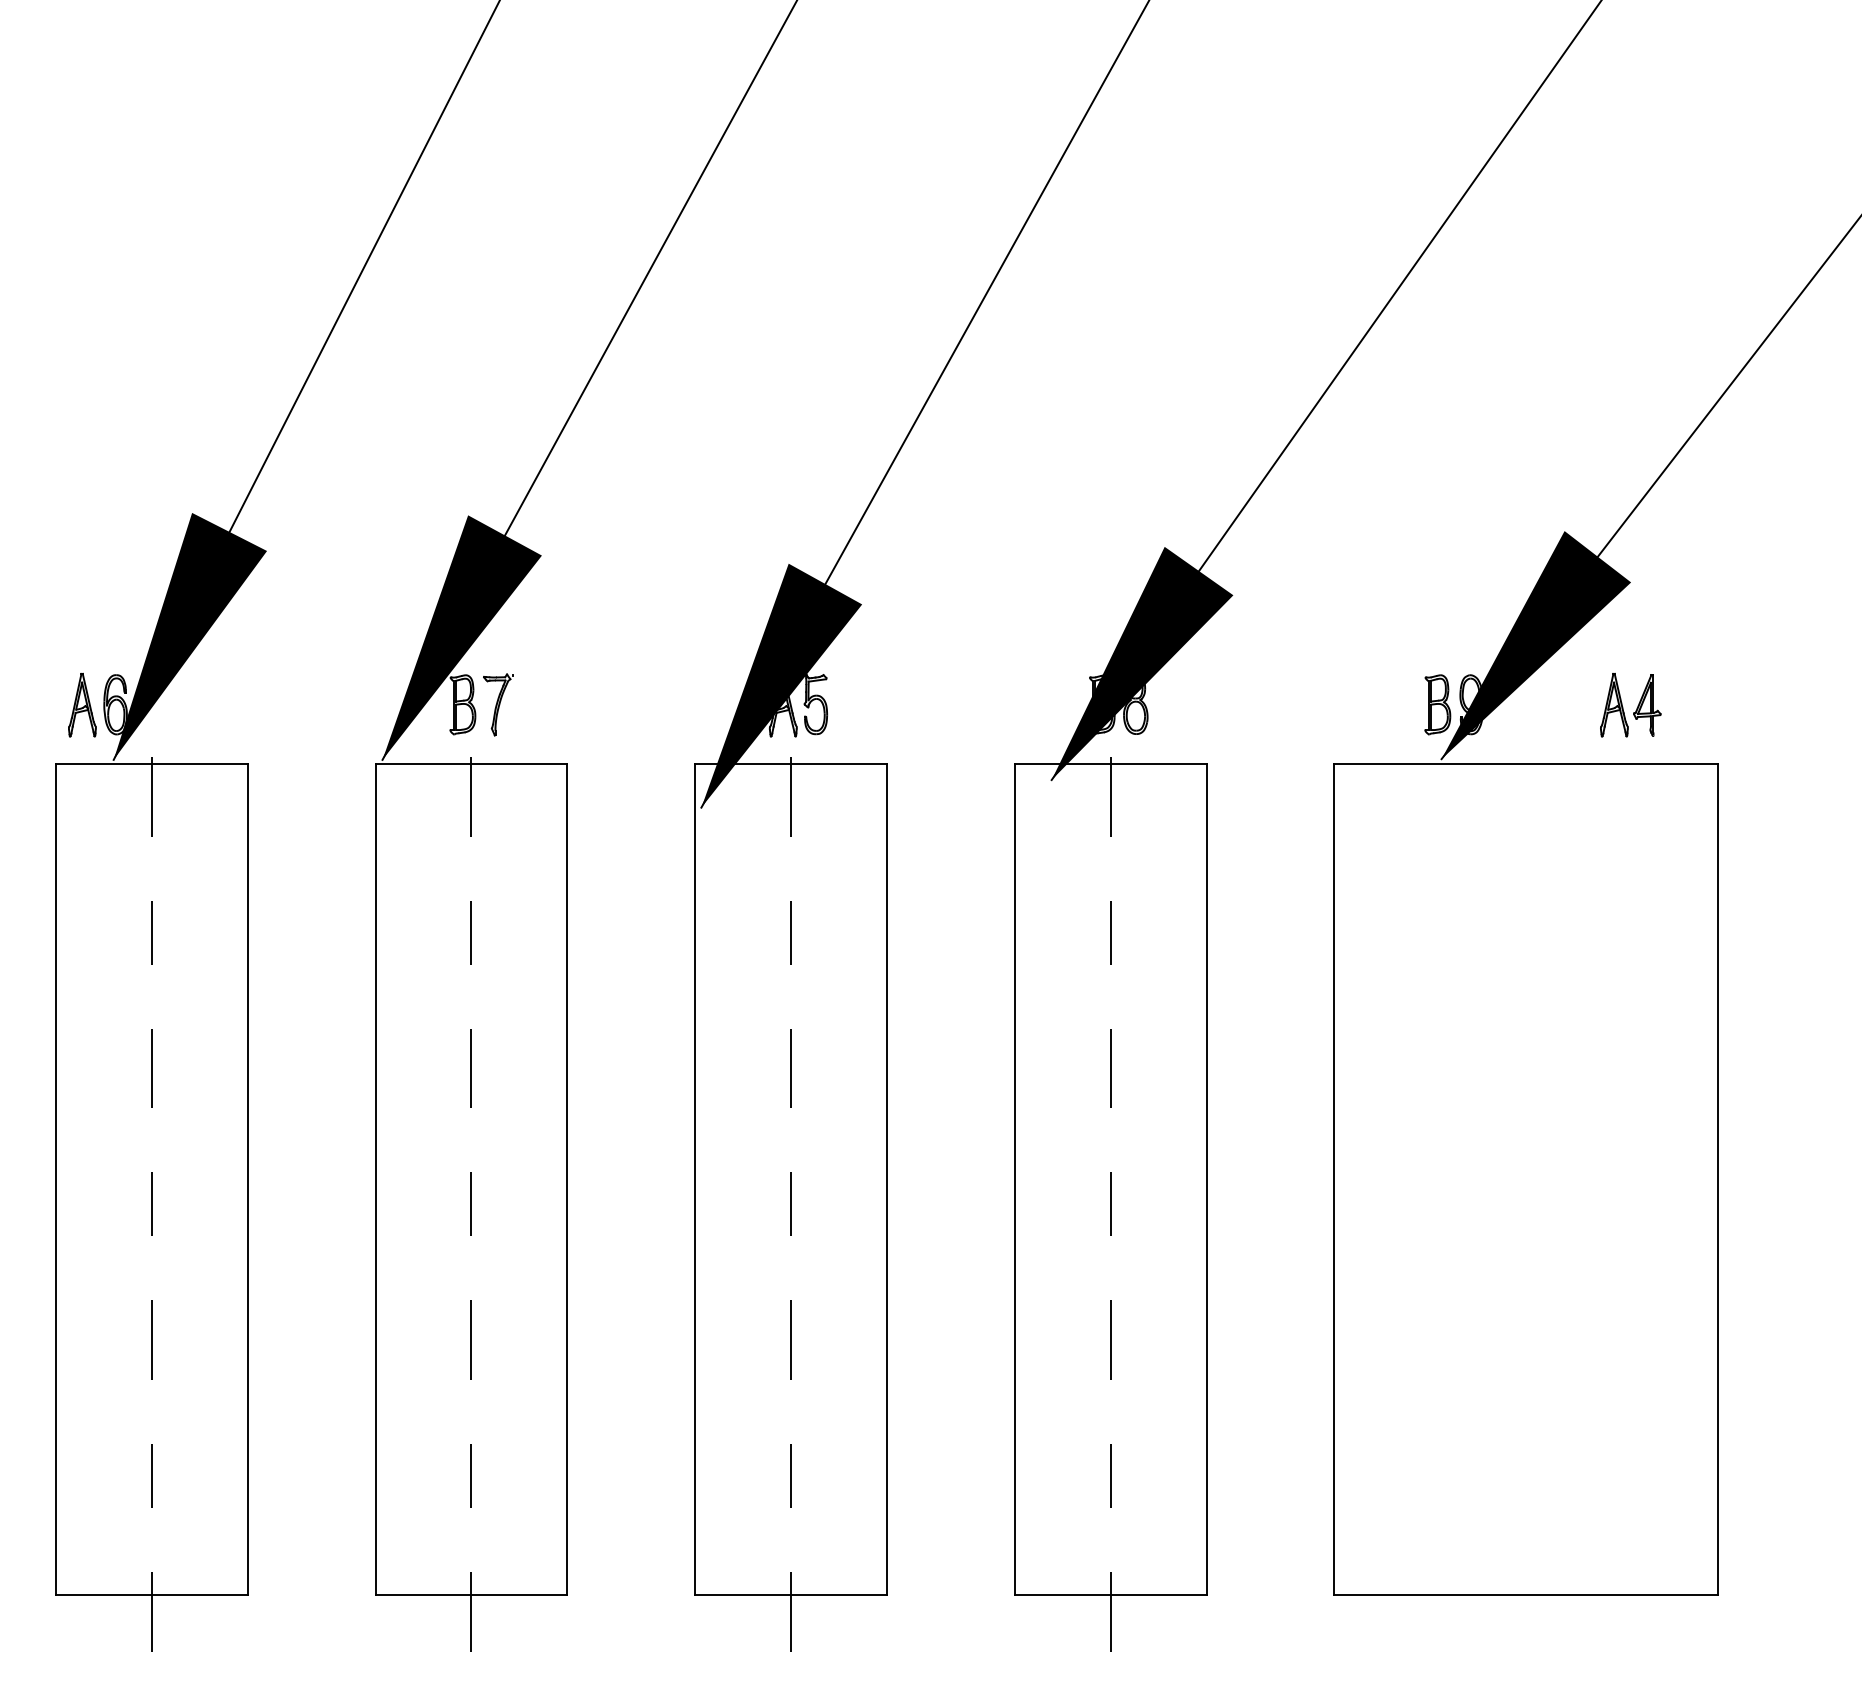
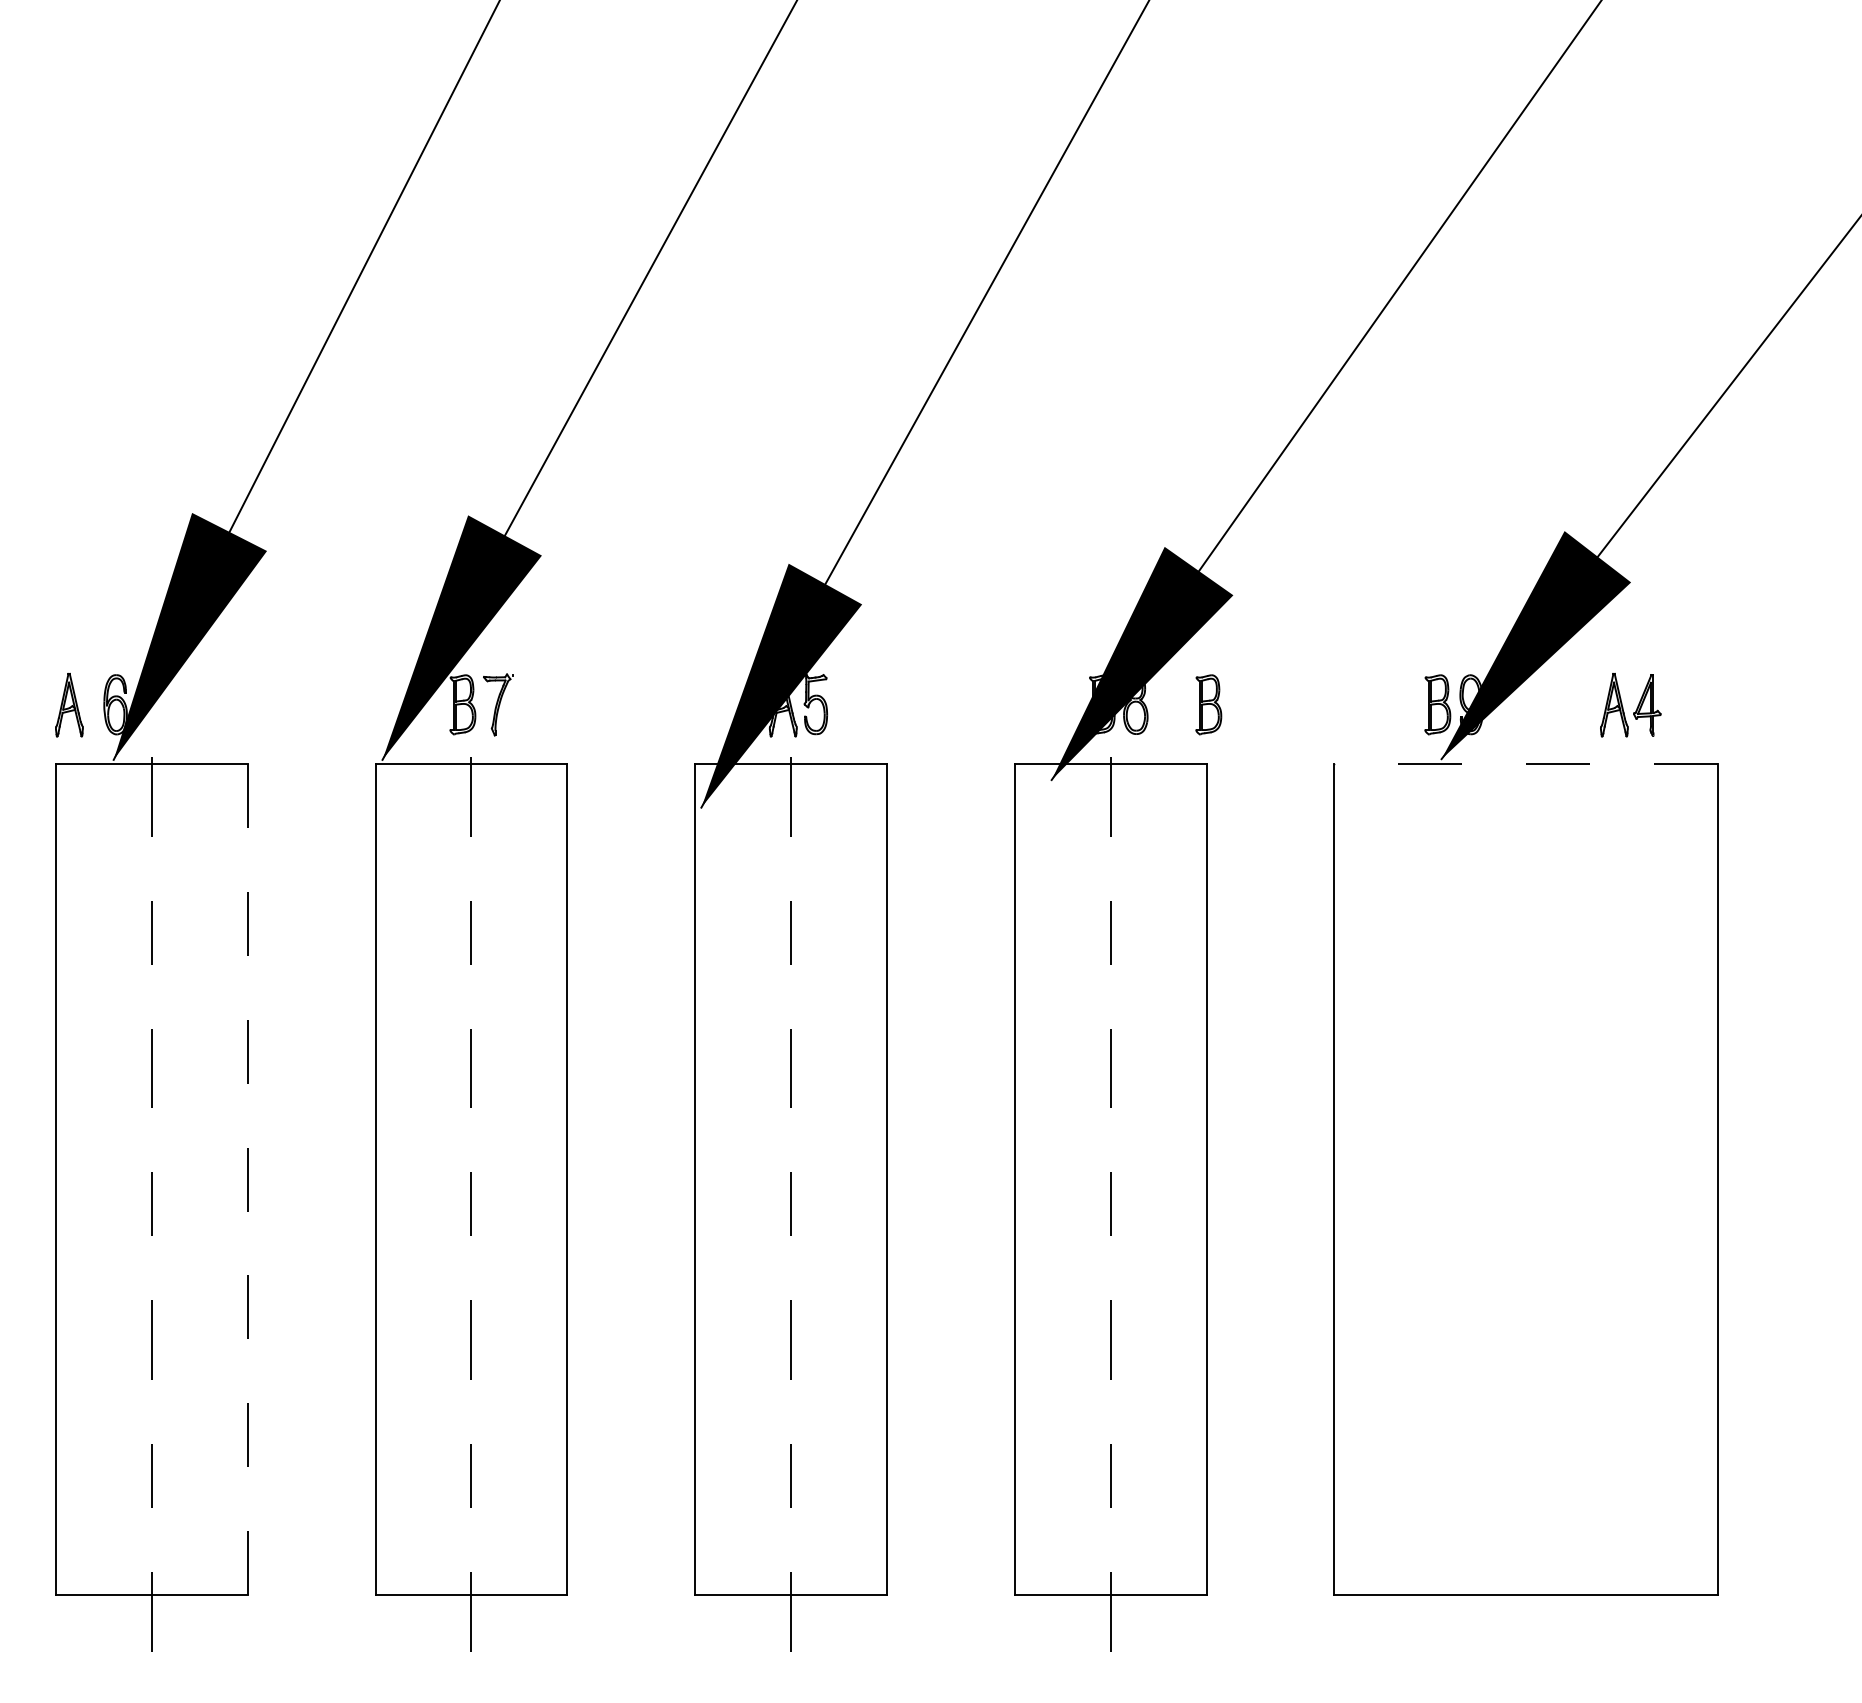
part at (82, 704) position: (82, 704) -> (69, 704)
part at (1208, 704): none -> present
line at (1526, 764): solid -> dashed
line at (247, 1179): solid -> dashed
